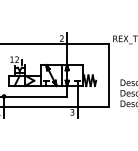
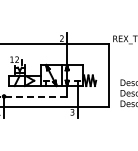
line at (33, 96): solid -> dashed
